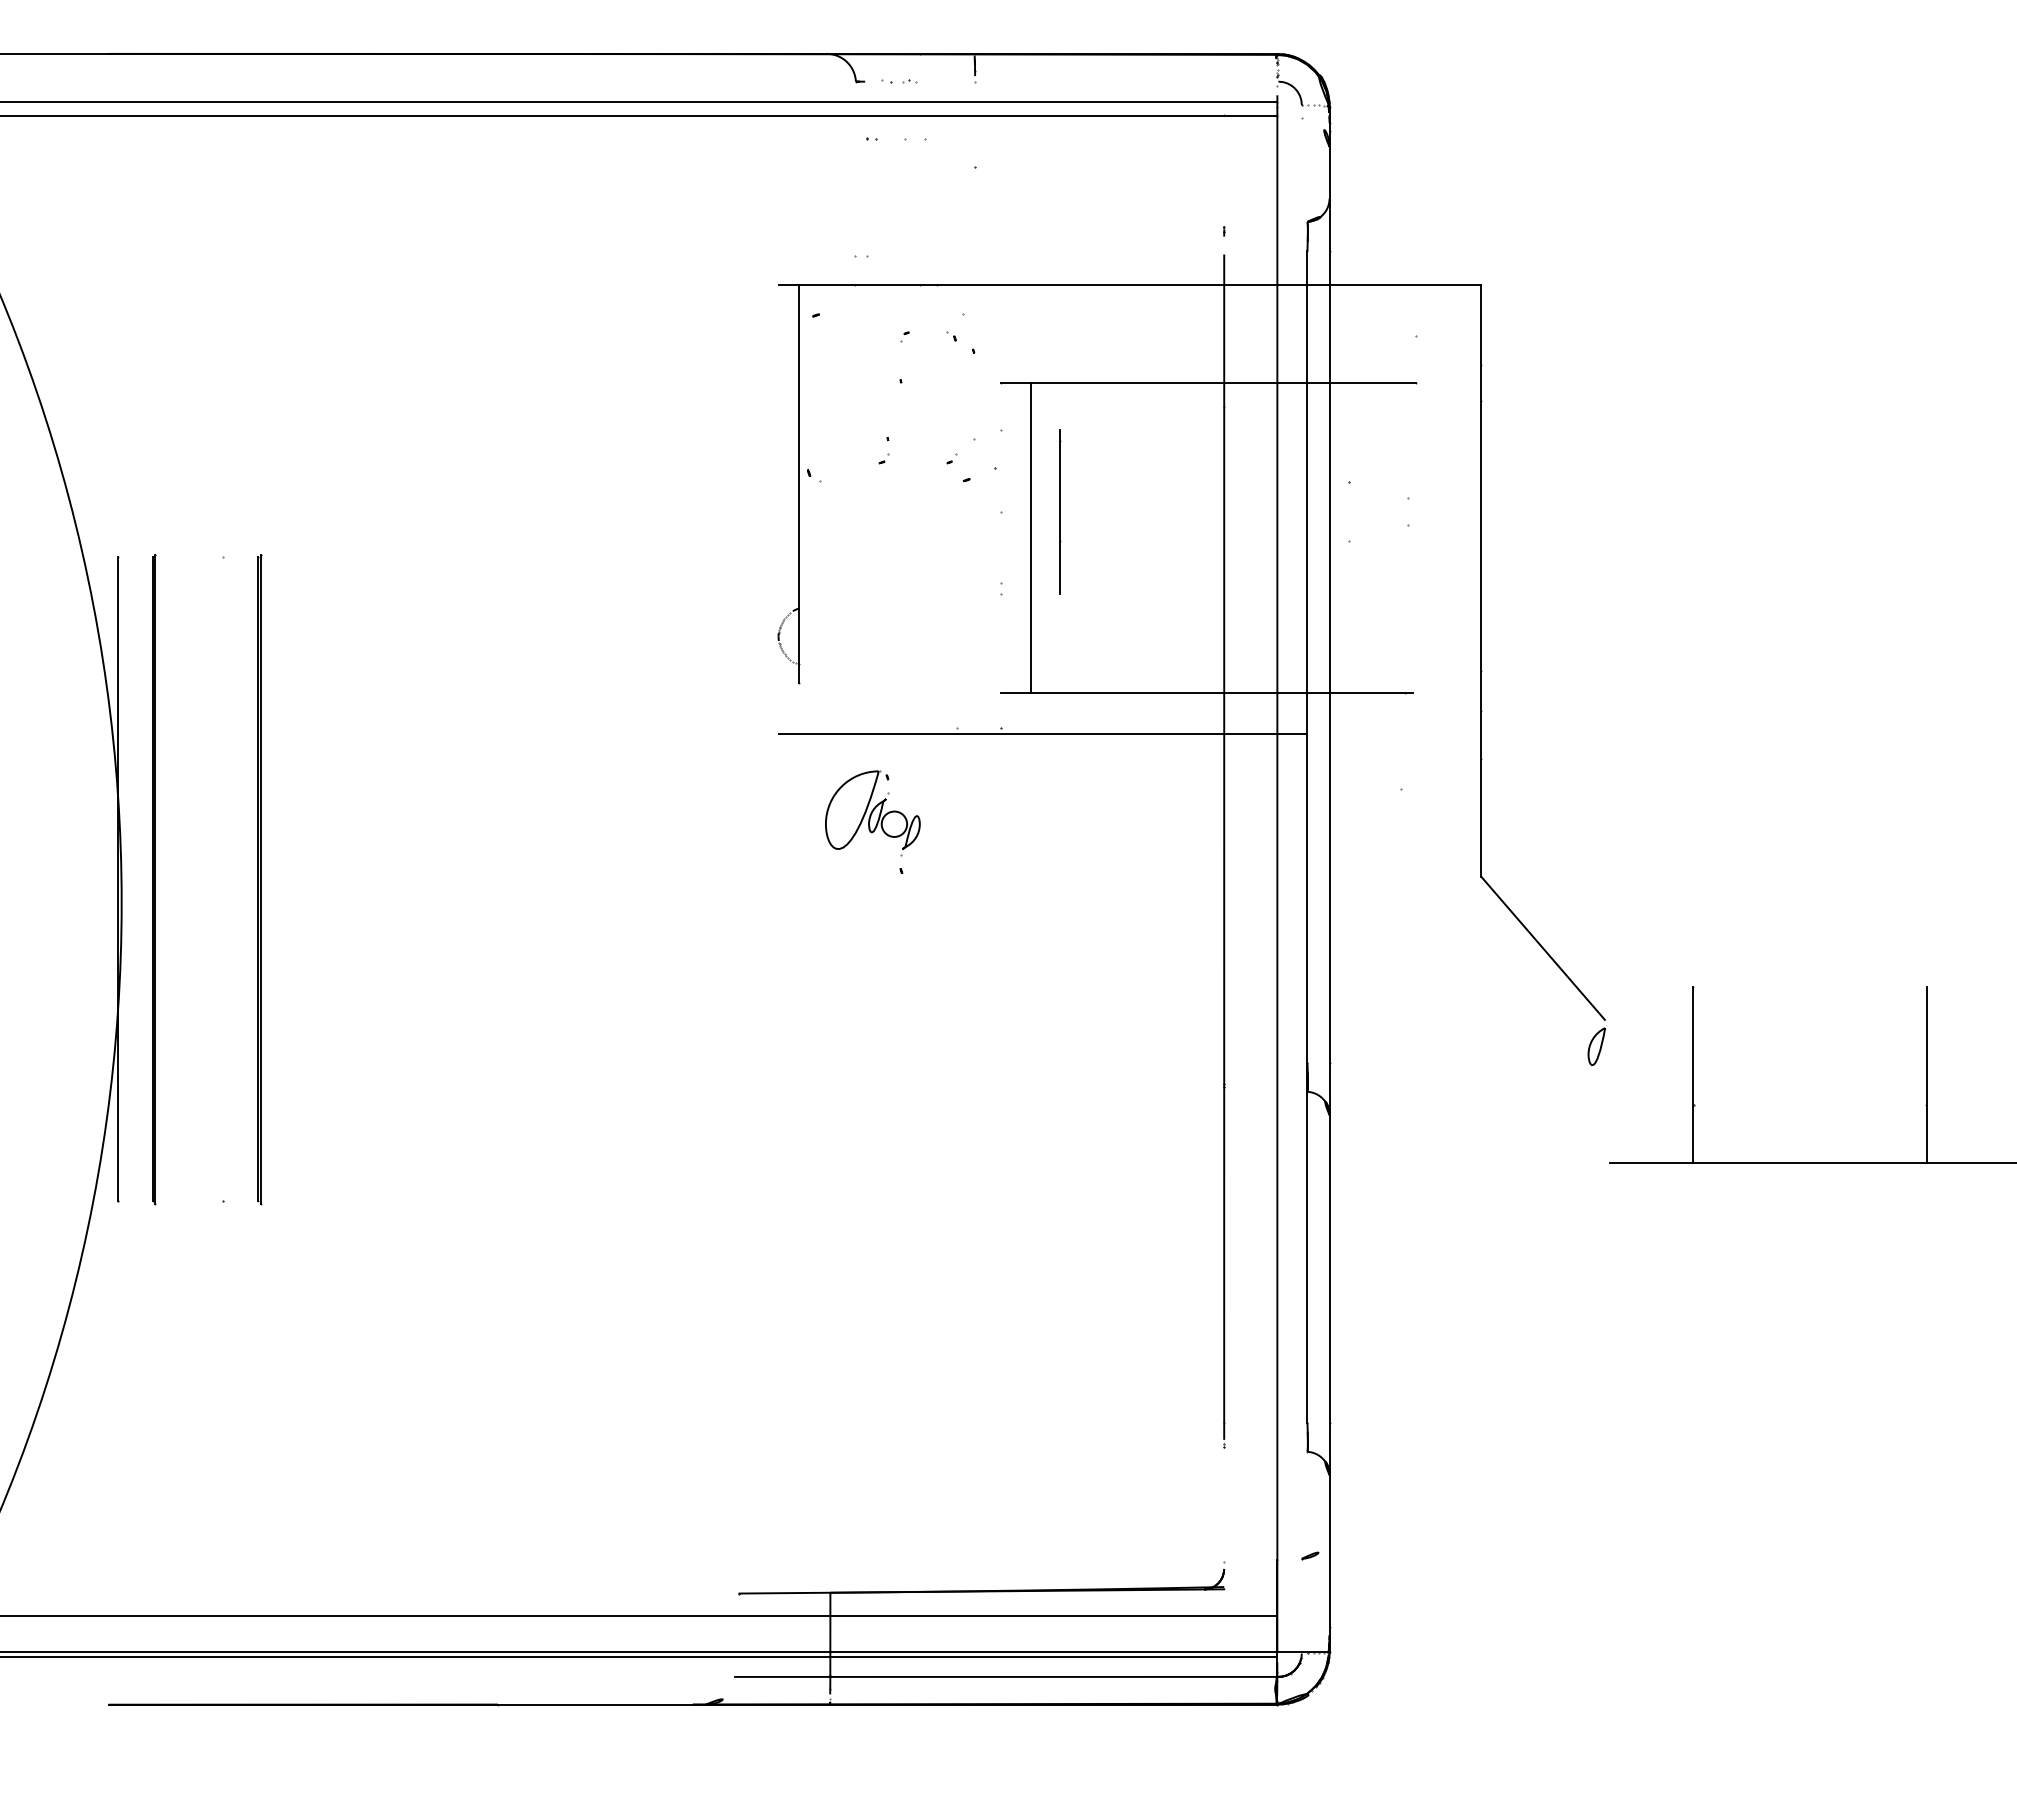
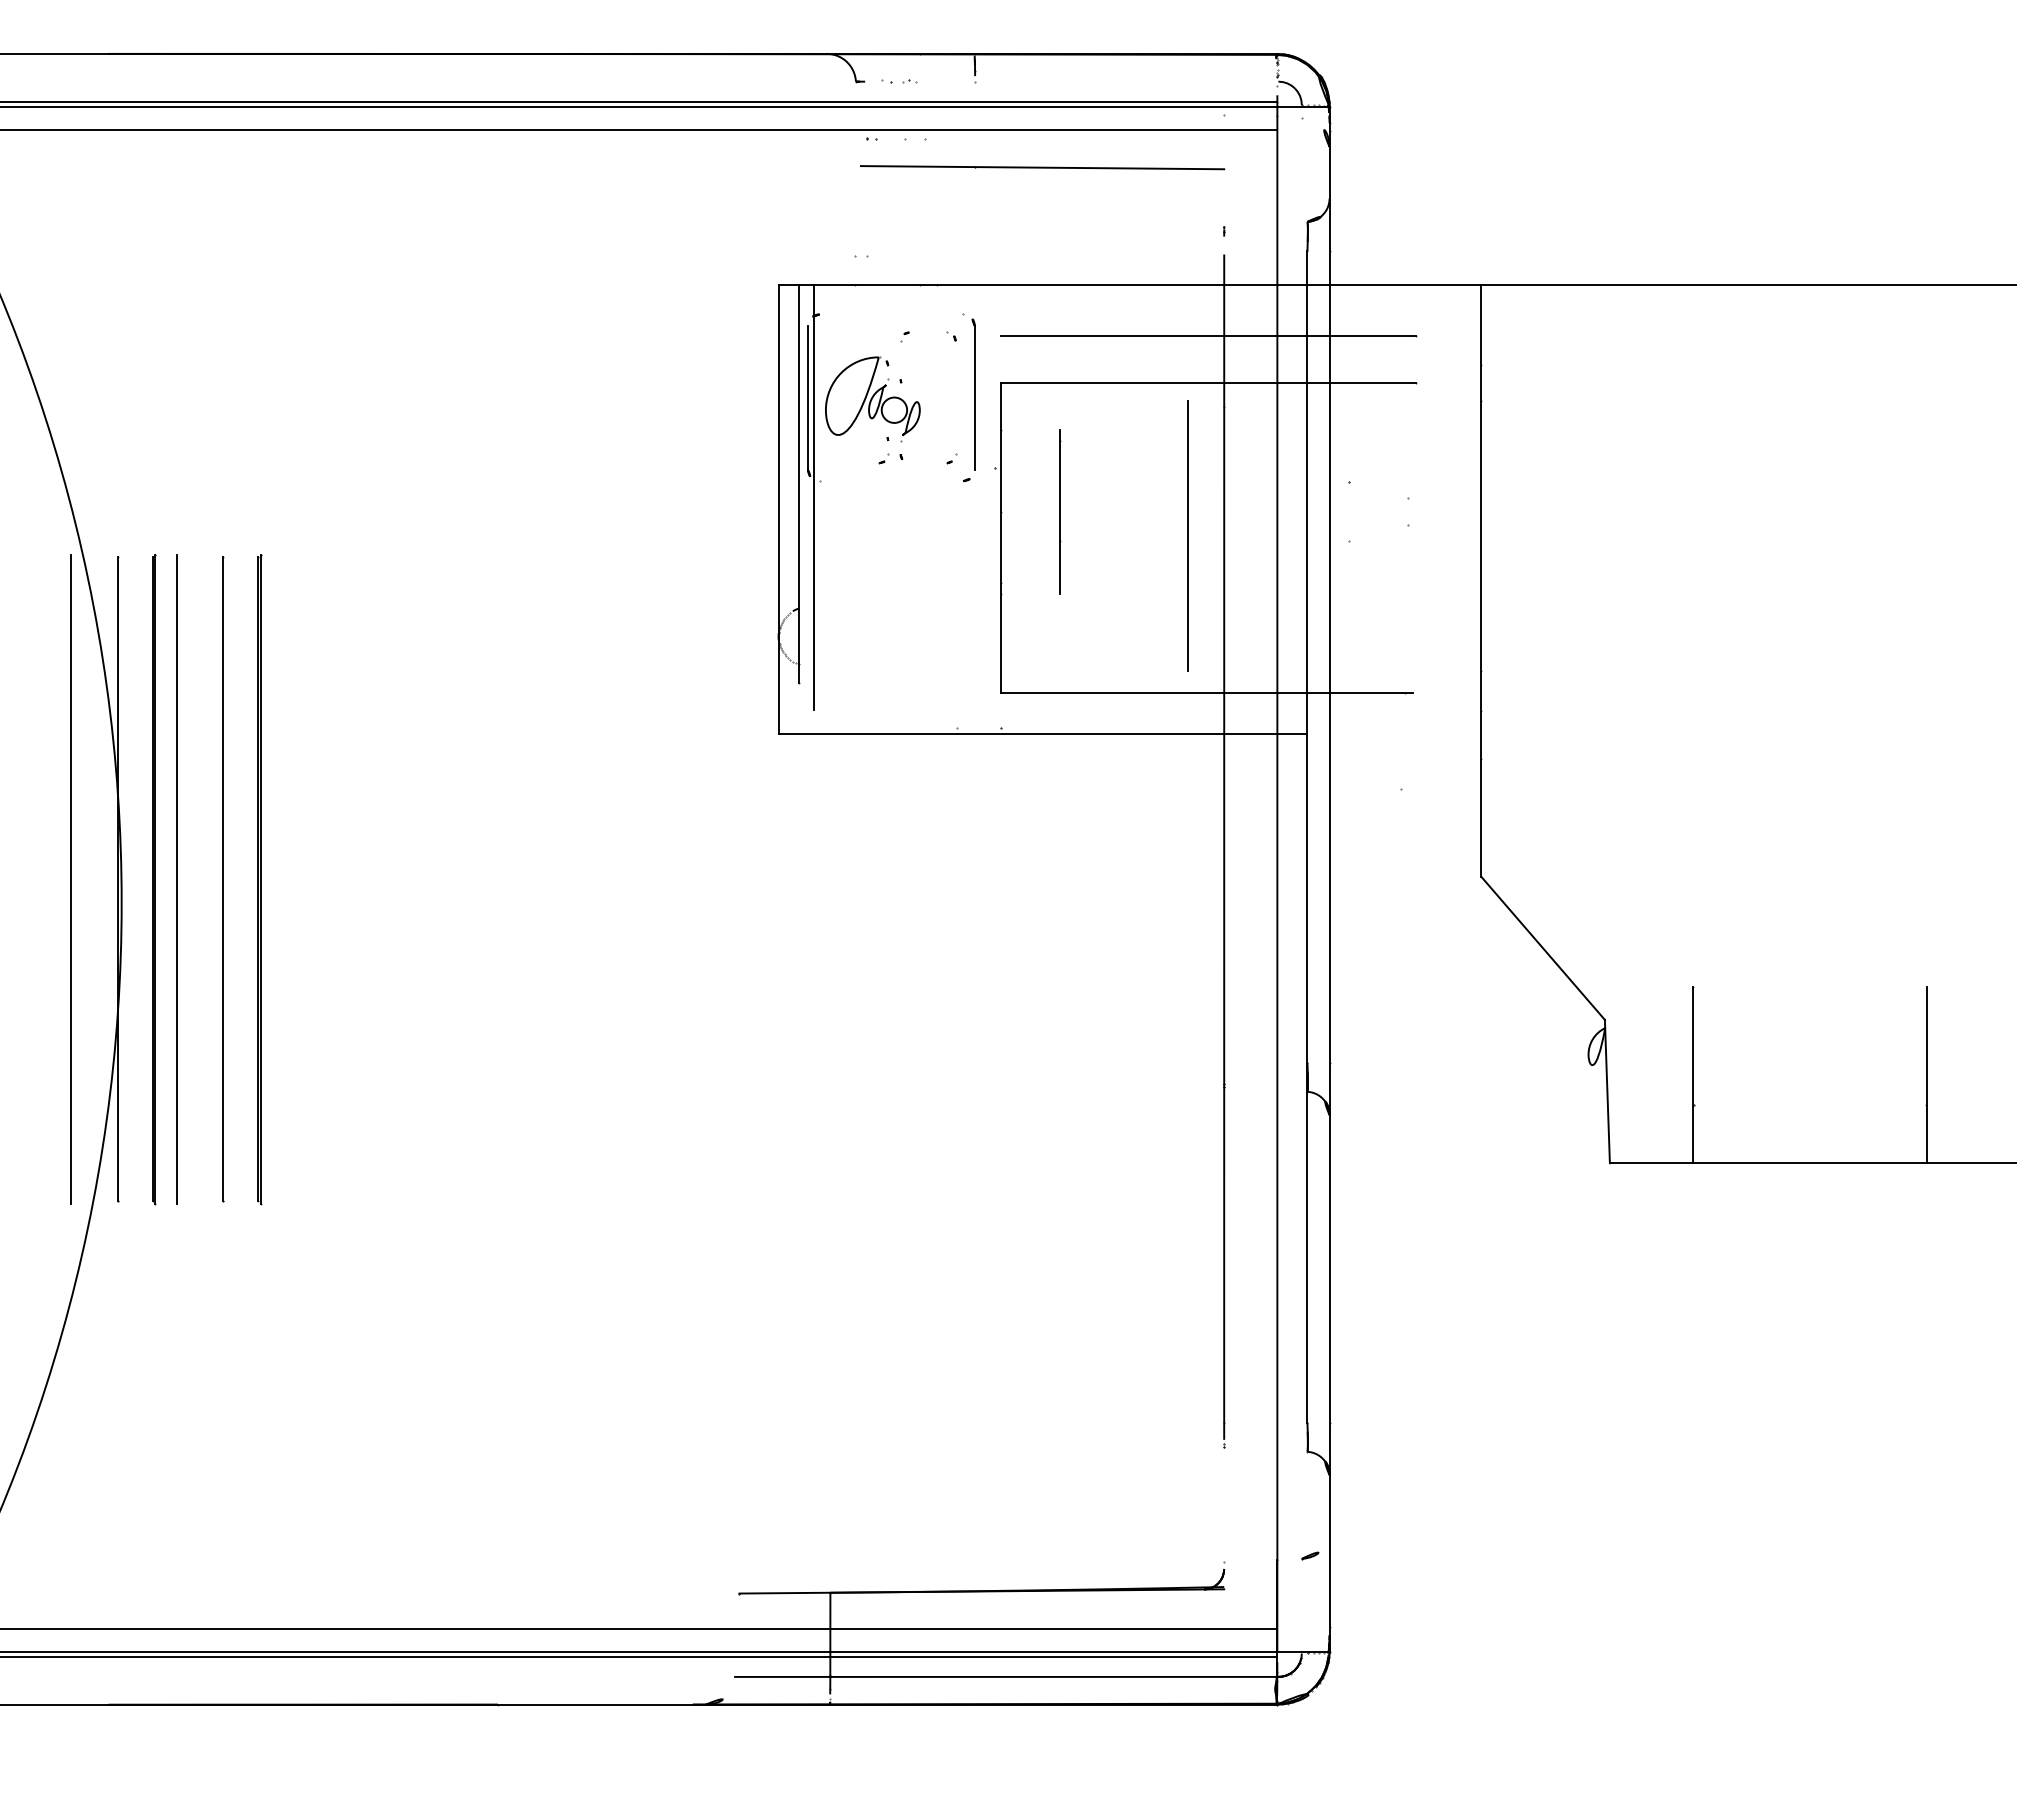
line at (665, 106): none -> present
line at (639, 115) position: (639, 115) -> (639, 129)
line at (1042, 167): none -> present
line at (1747, 285): none -> present
line at (1208, 336): none -> present
part at (973, 394) size: 4x93 px -> 5x153 px
line at (807, 397): none -> present
line at (814, 497): none -> present
line at (778, 509): none -> present
line at (1188, 535): none -> present
line at (1031, 537) position: (1031, 537) -> (1001, 537)
part at (872, 821) position: (872, 821) -> (872, 407)
line at (70, 878): none -> present
line at (177, 878): none -> present
line at (223, 879): none -> present
line at (1606, 1091): none -> present
line at (639, 1615) position: (639, 1615) -> (639, 1628)
line at (55, 1704): none -> present
